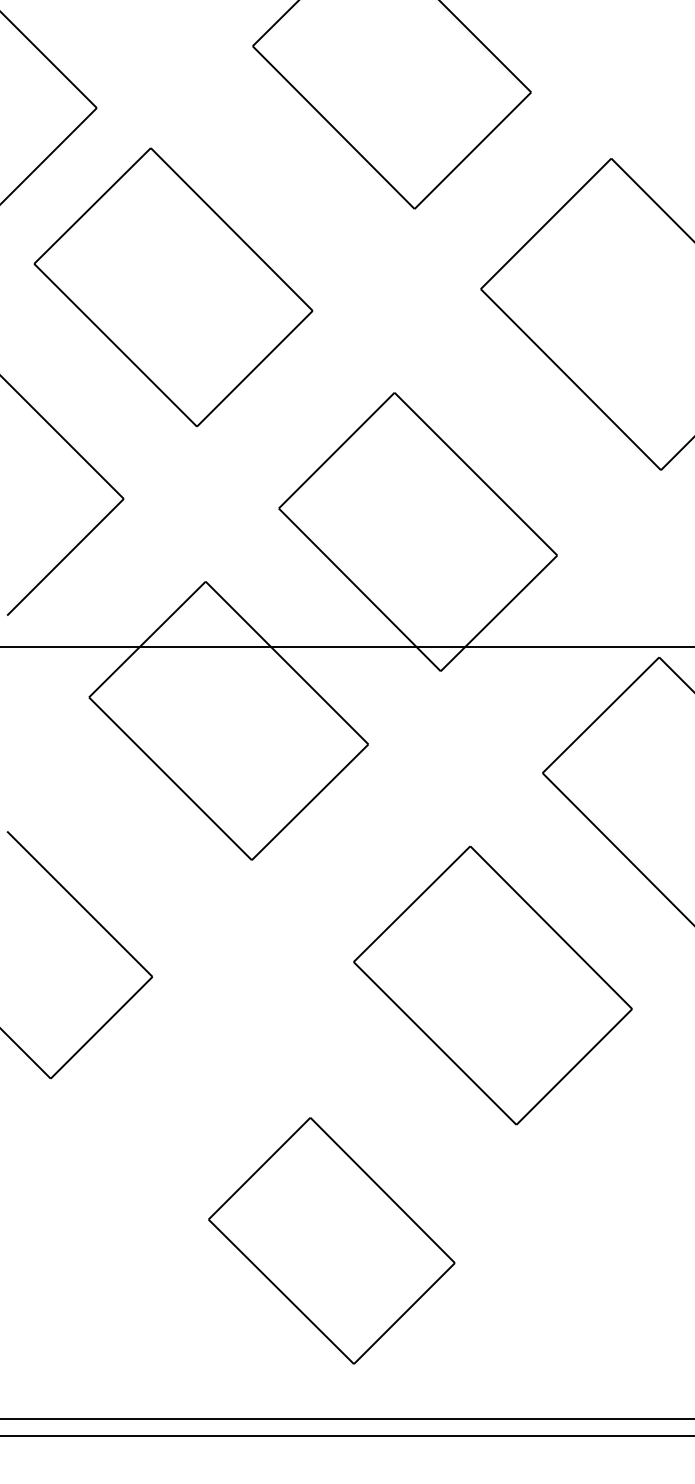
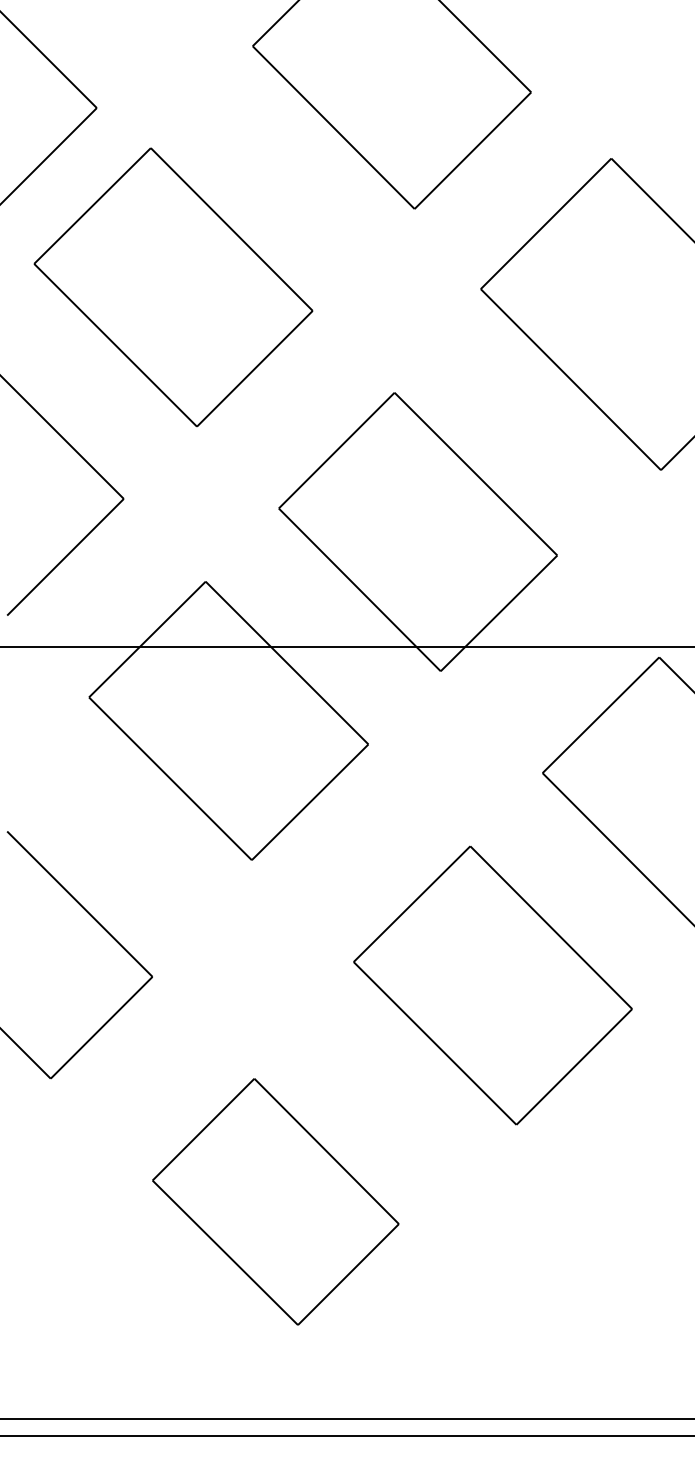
part at (331, 1240) position: (331, 1240) -> (275, 1201)
